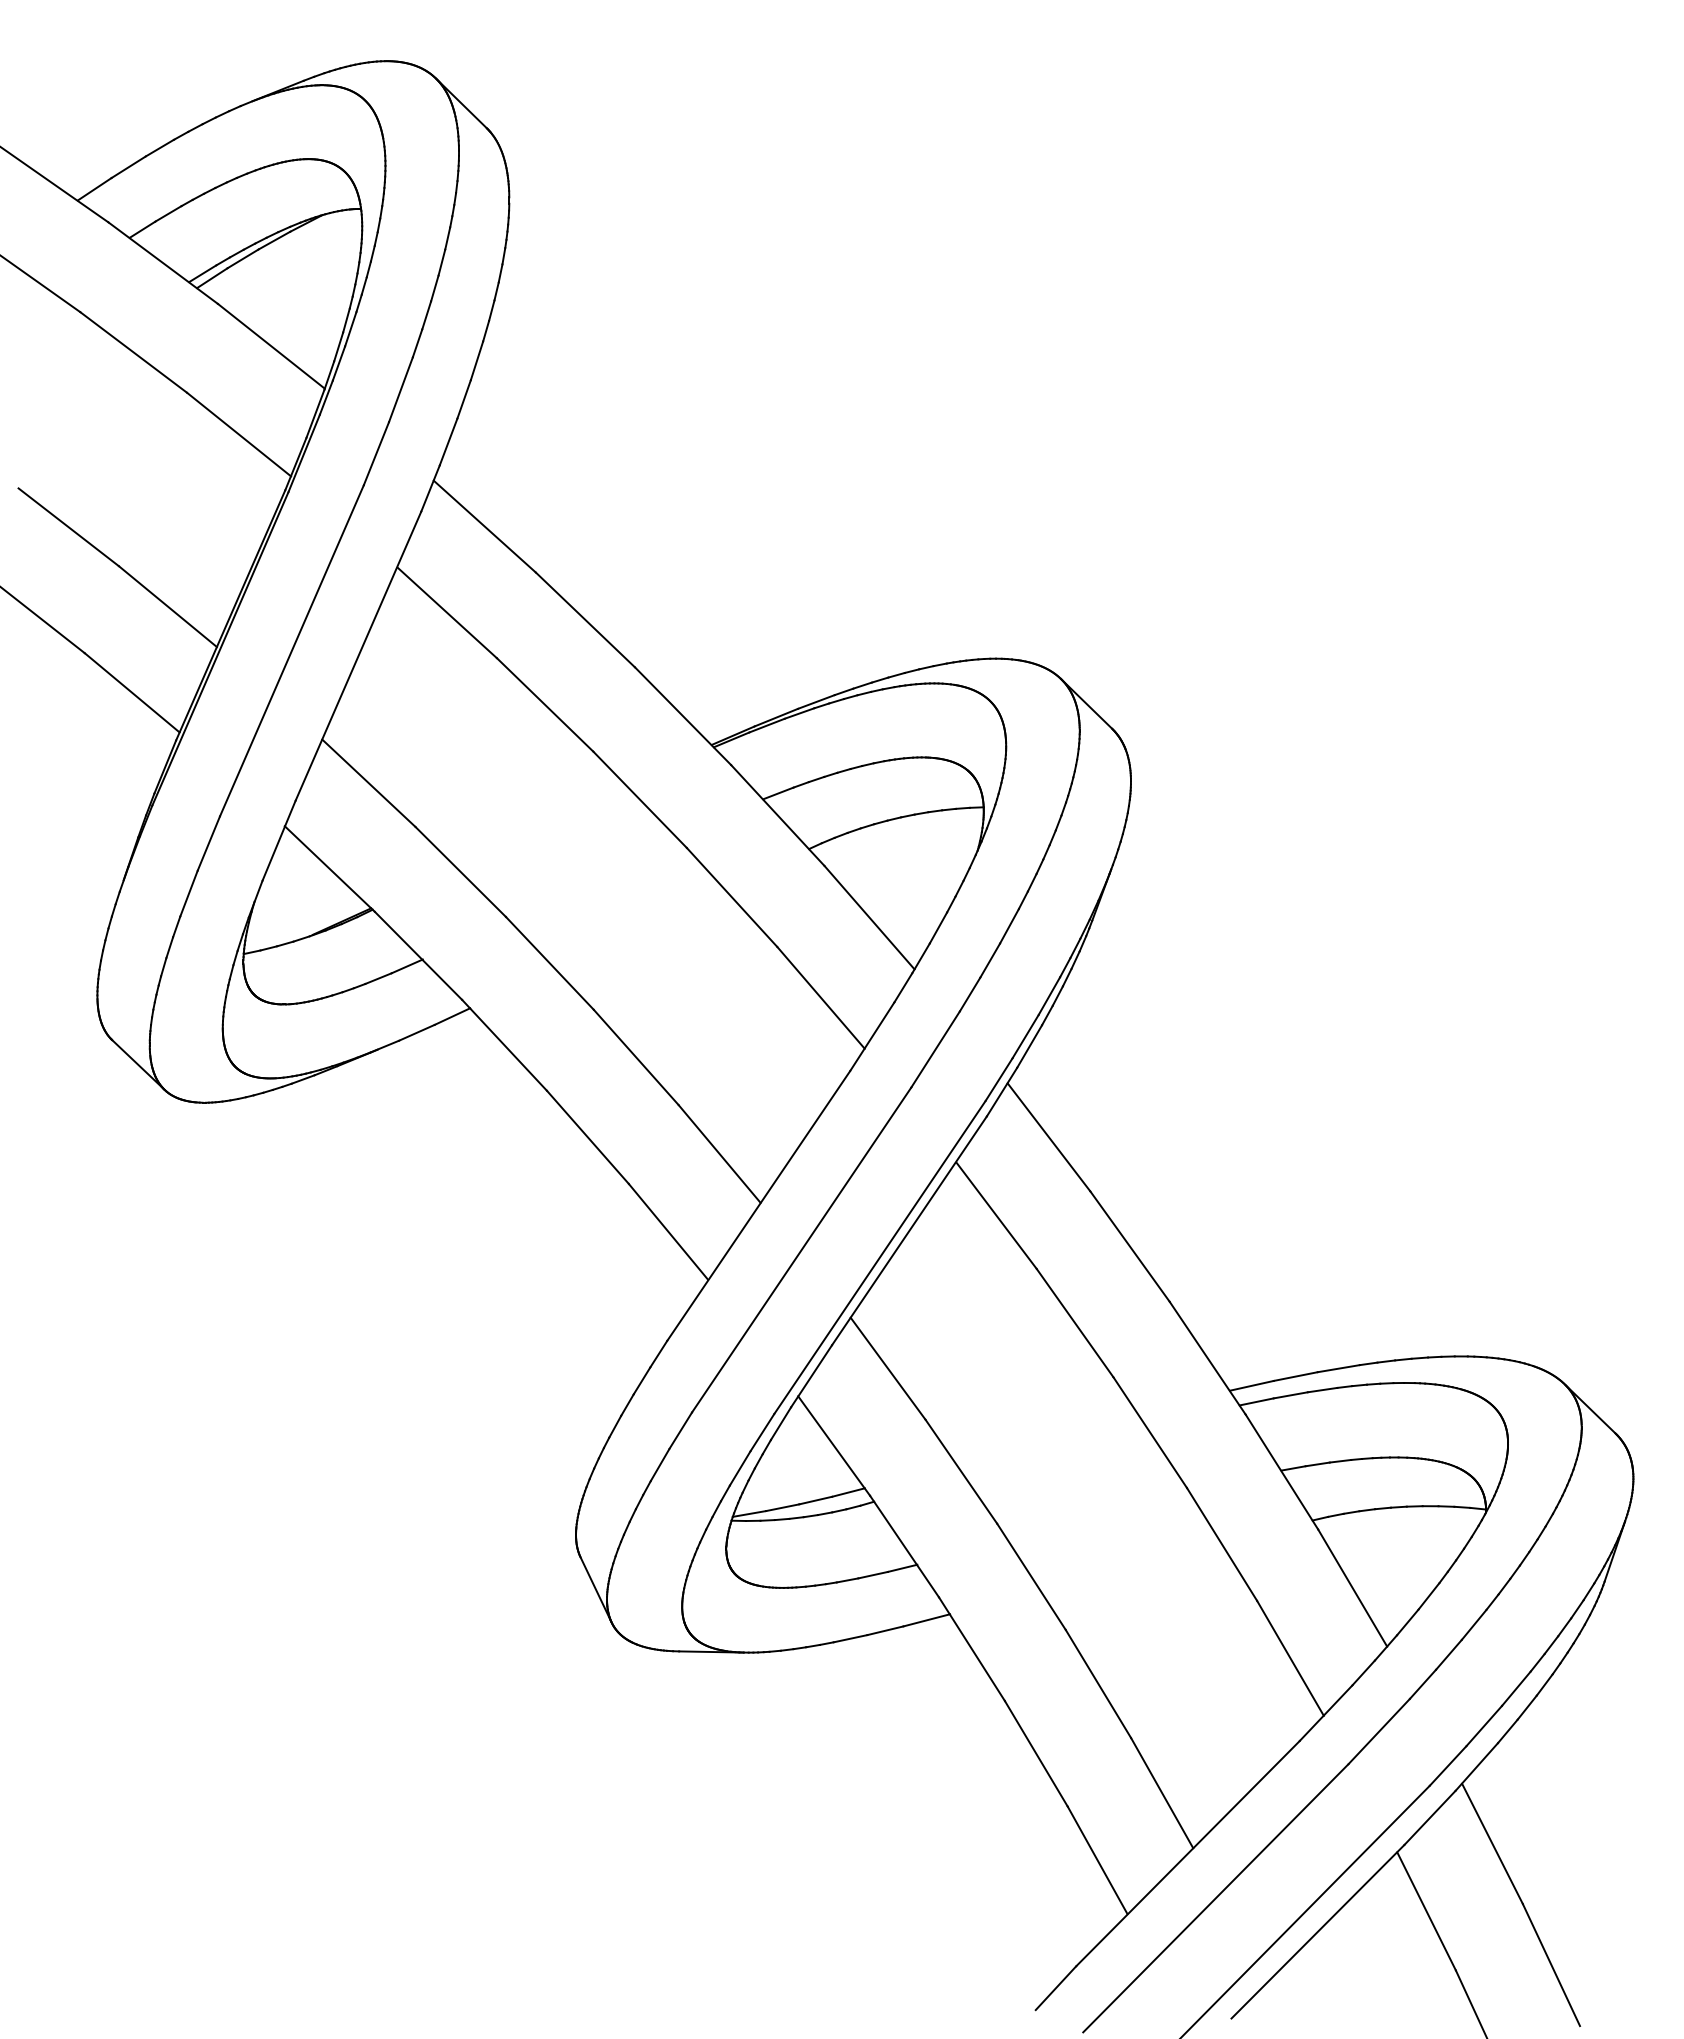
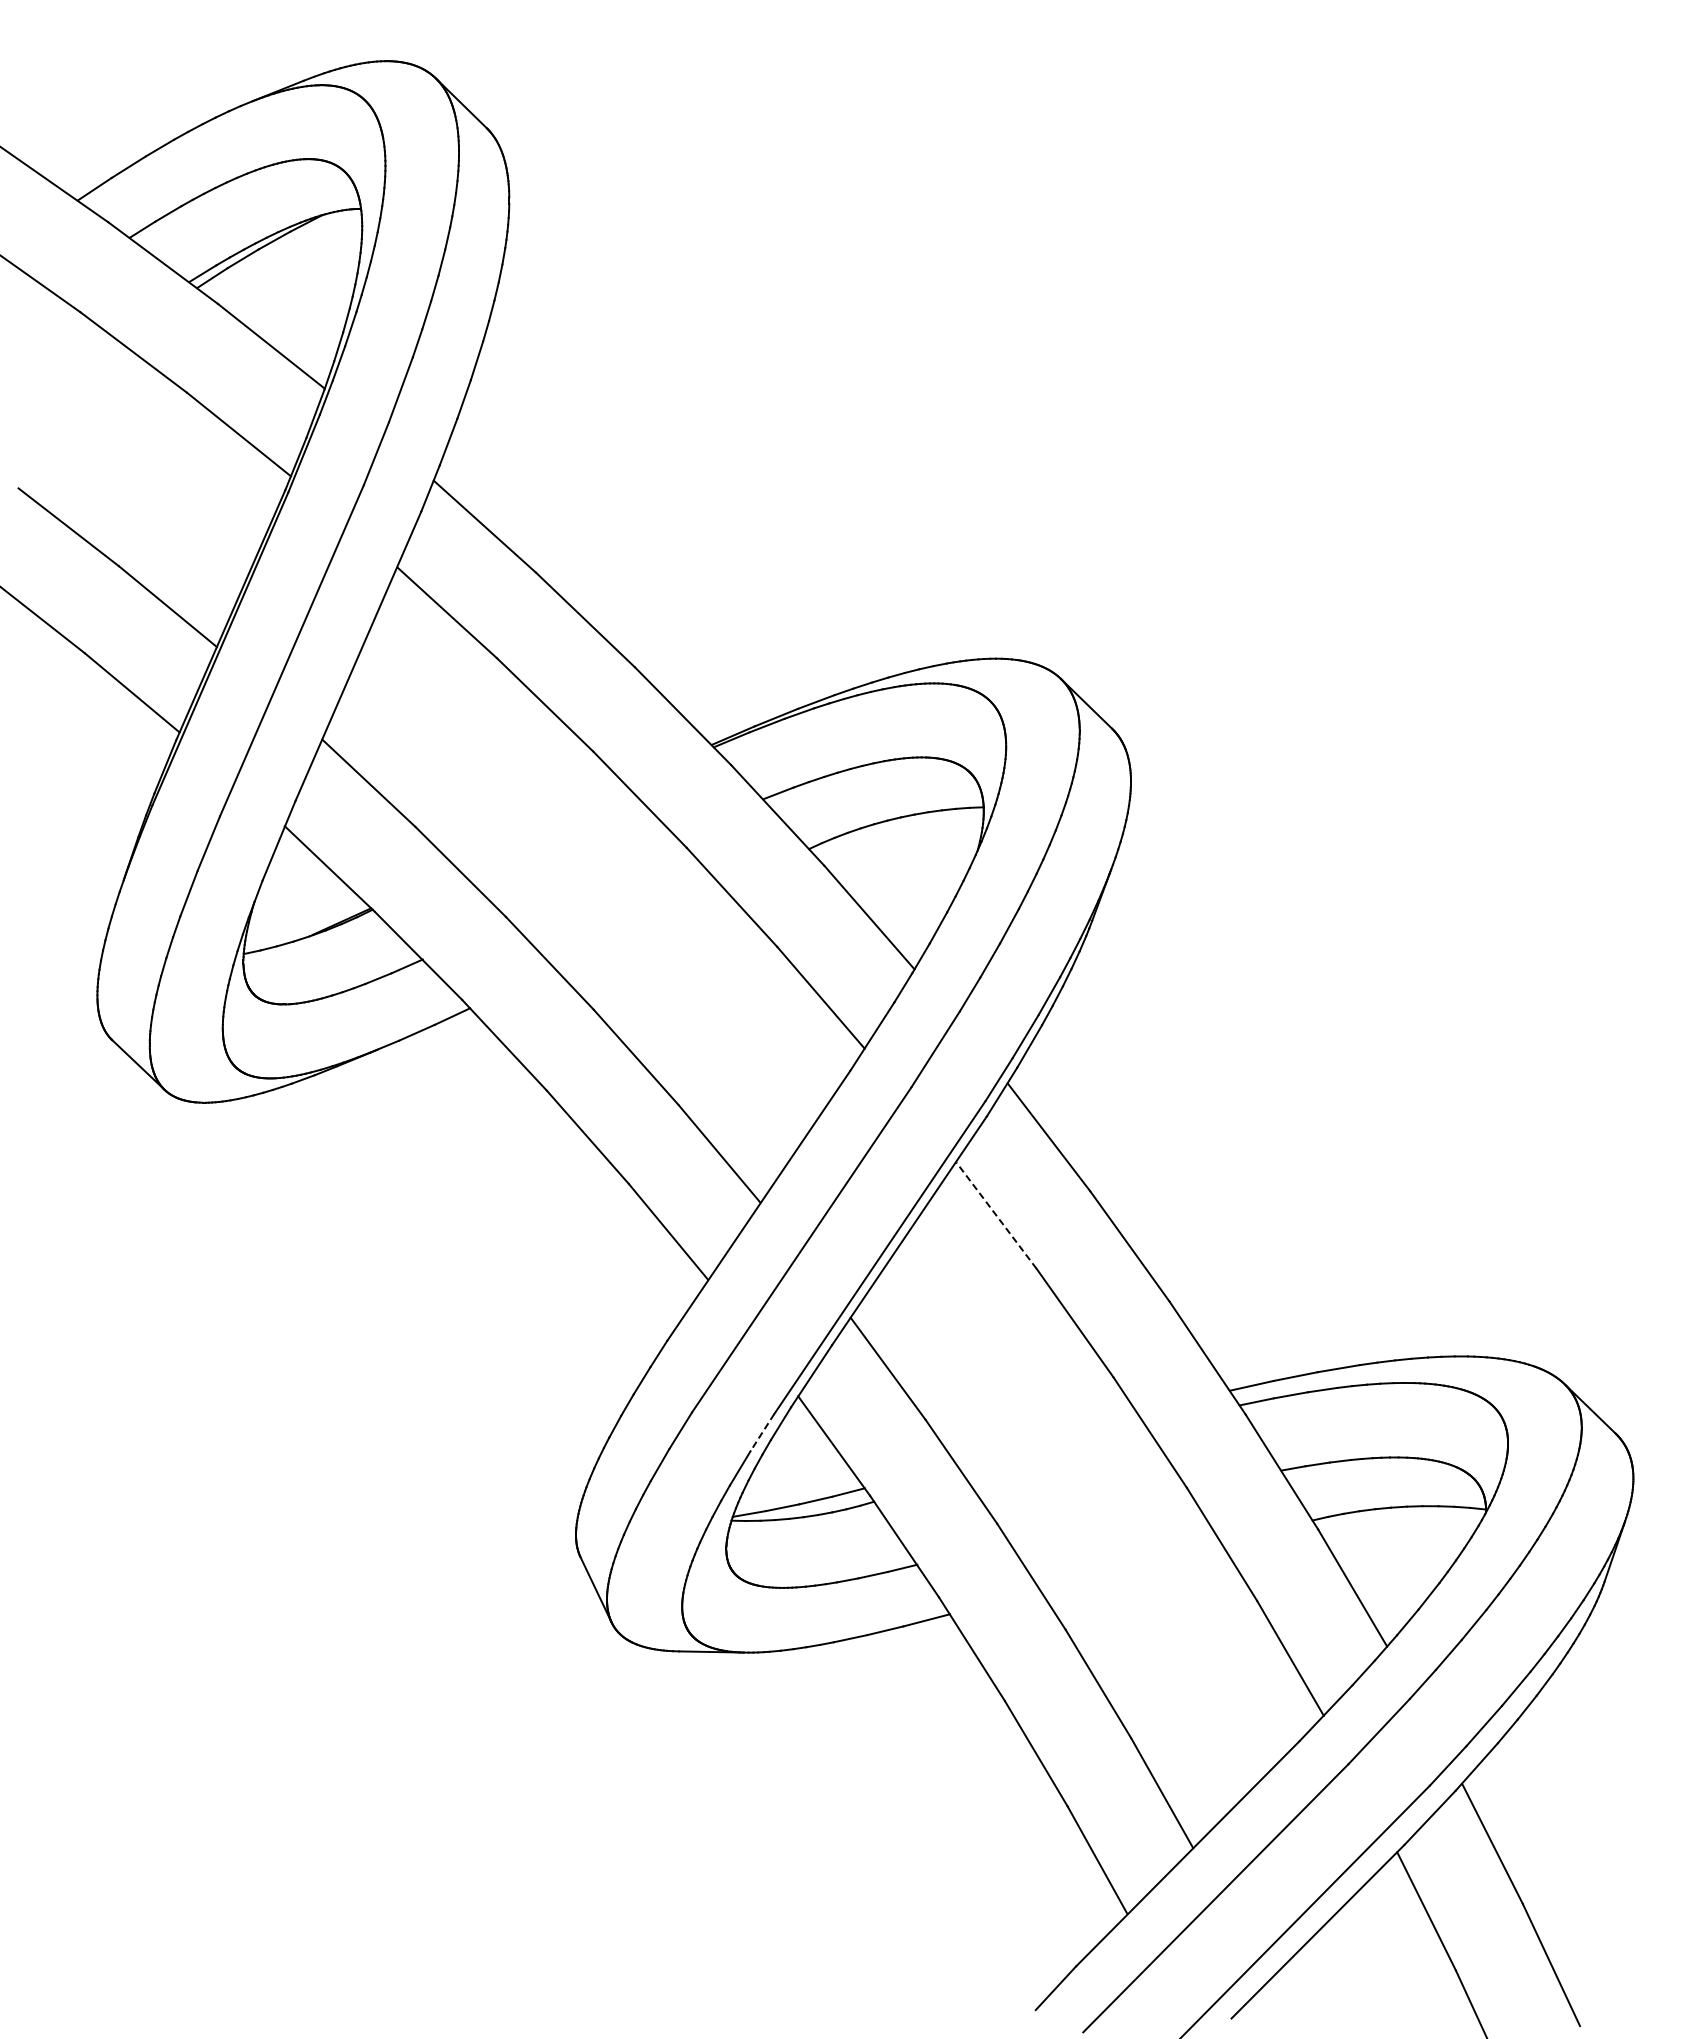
line at (996, 1215): solid -> dashed
line at (762, 1433): solid -> dashed
